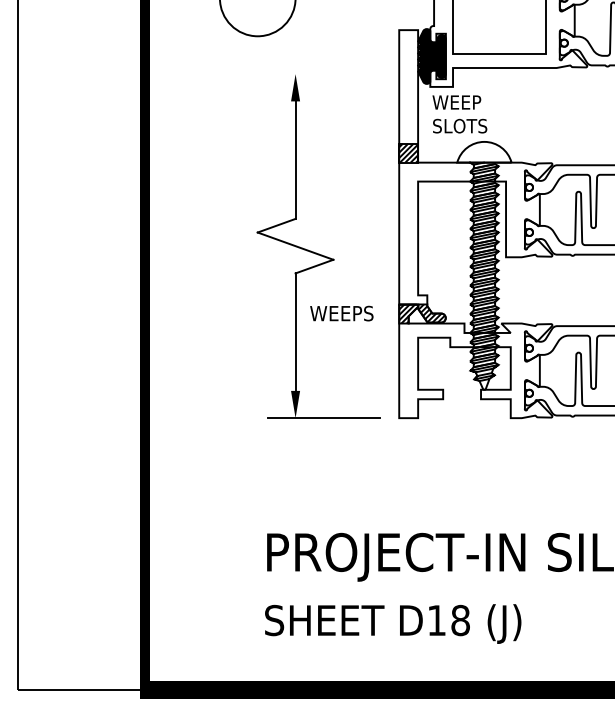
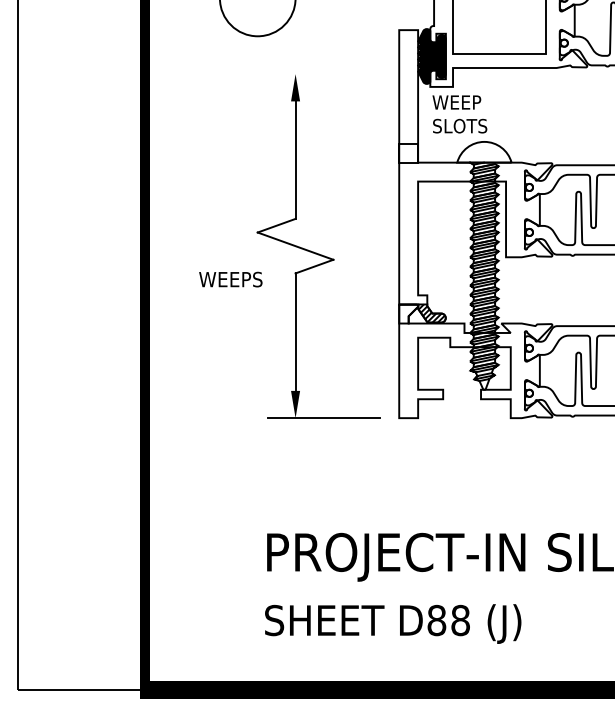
hatch at (408, 152): present -> none
text at (341, 313) position: (341, 313) -> (230, 279)
hatch at (407, 313): present -> none
text at (436, 620): D18 -> D88
